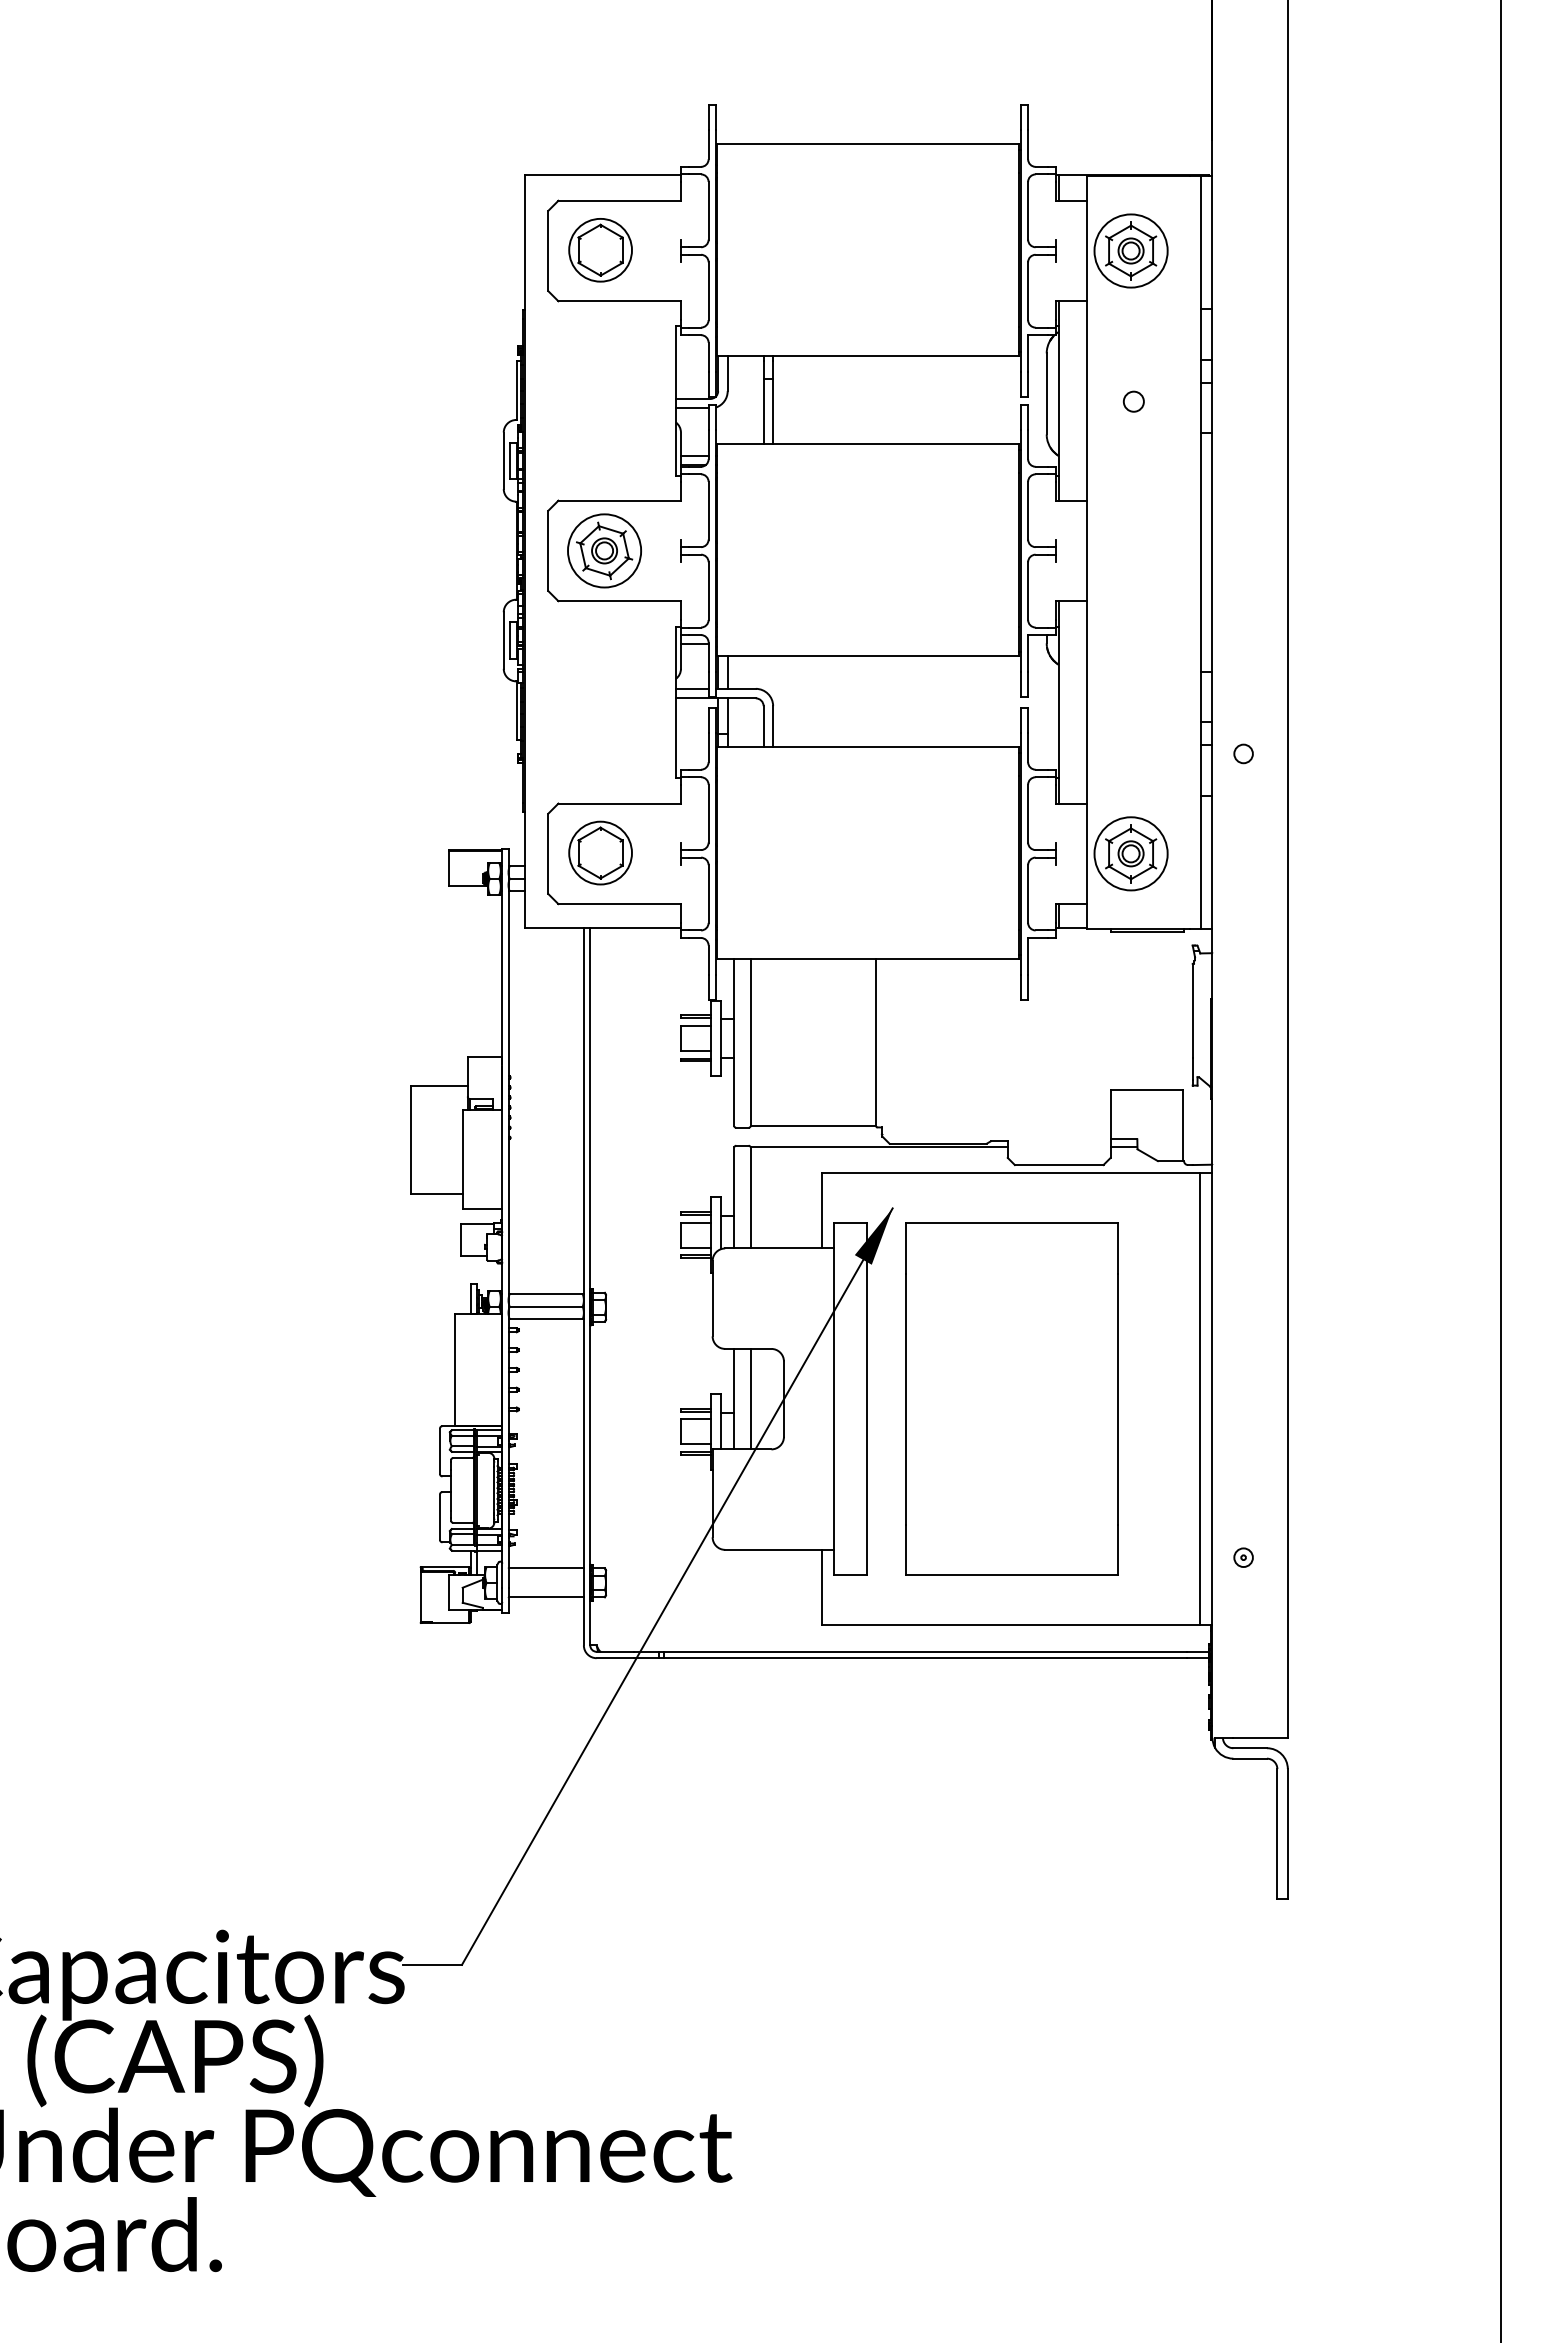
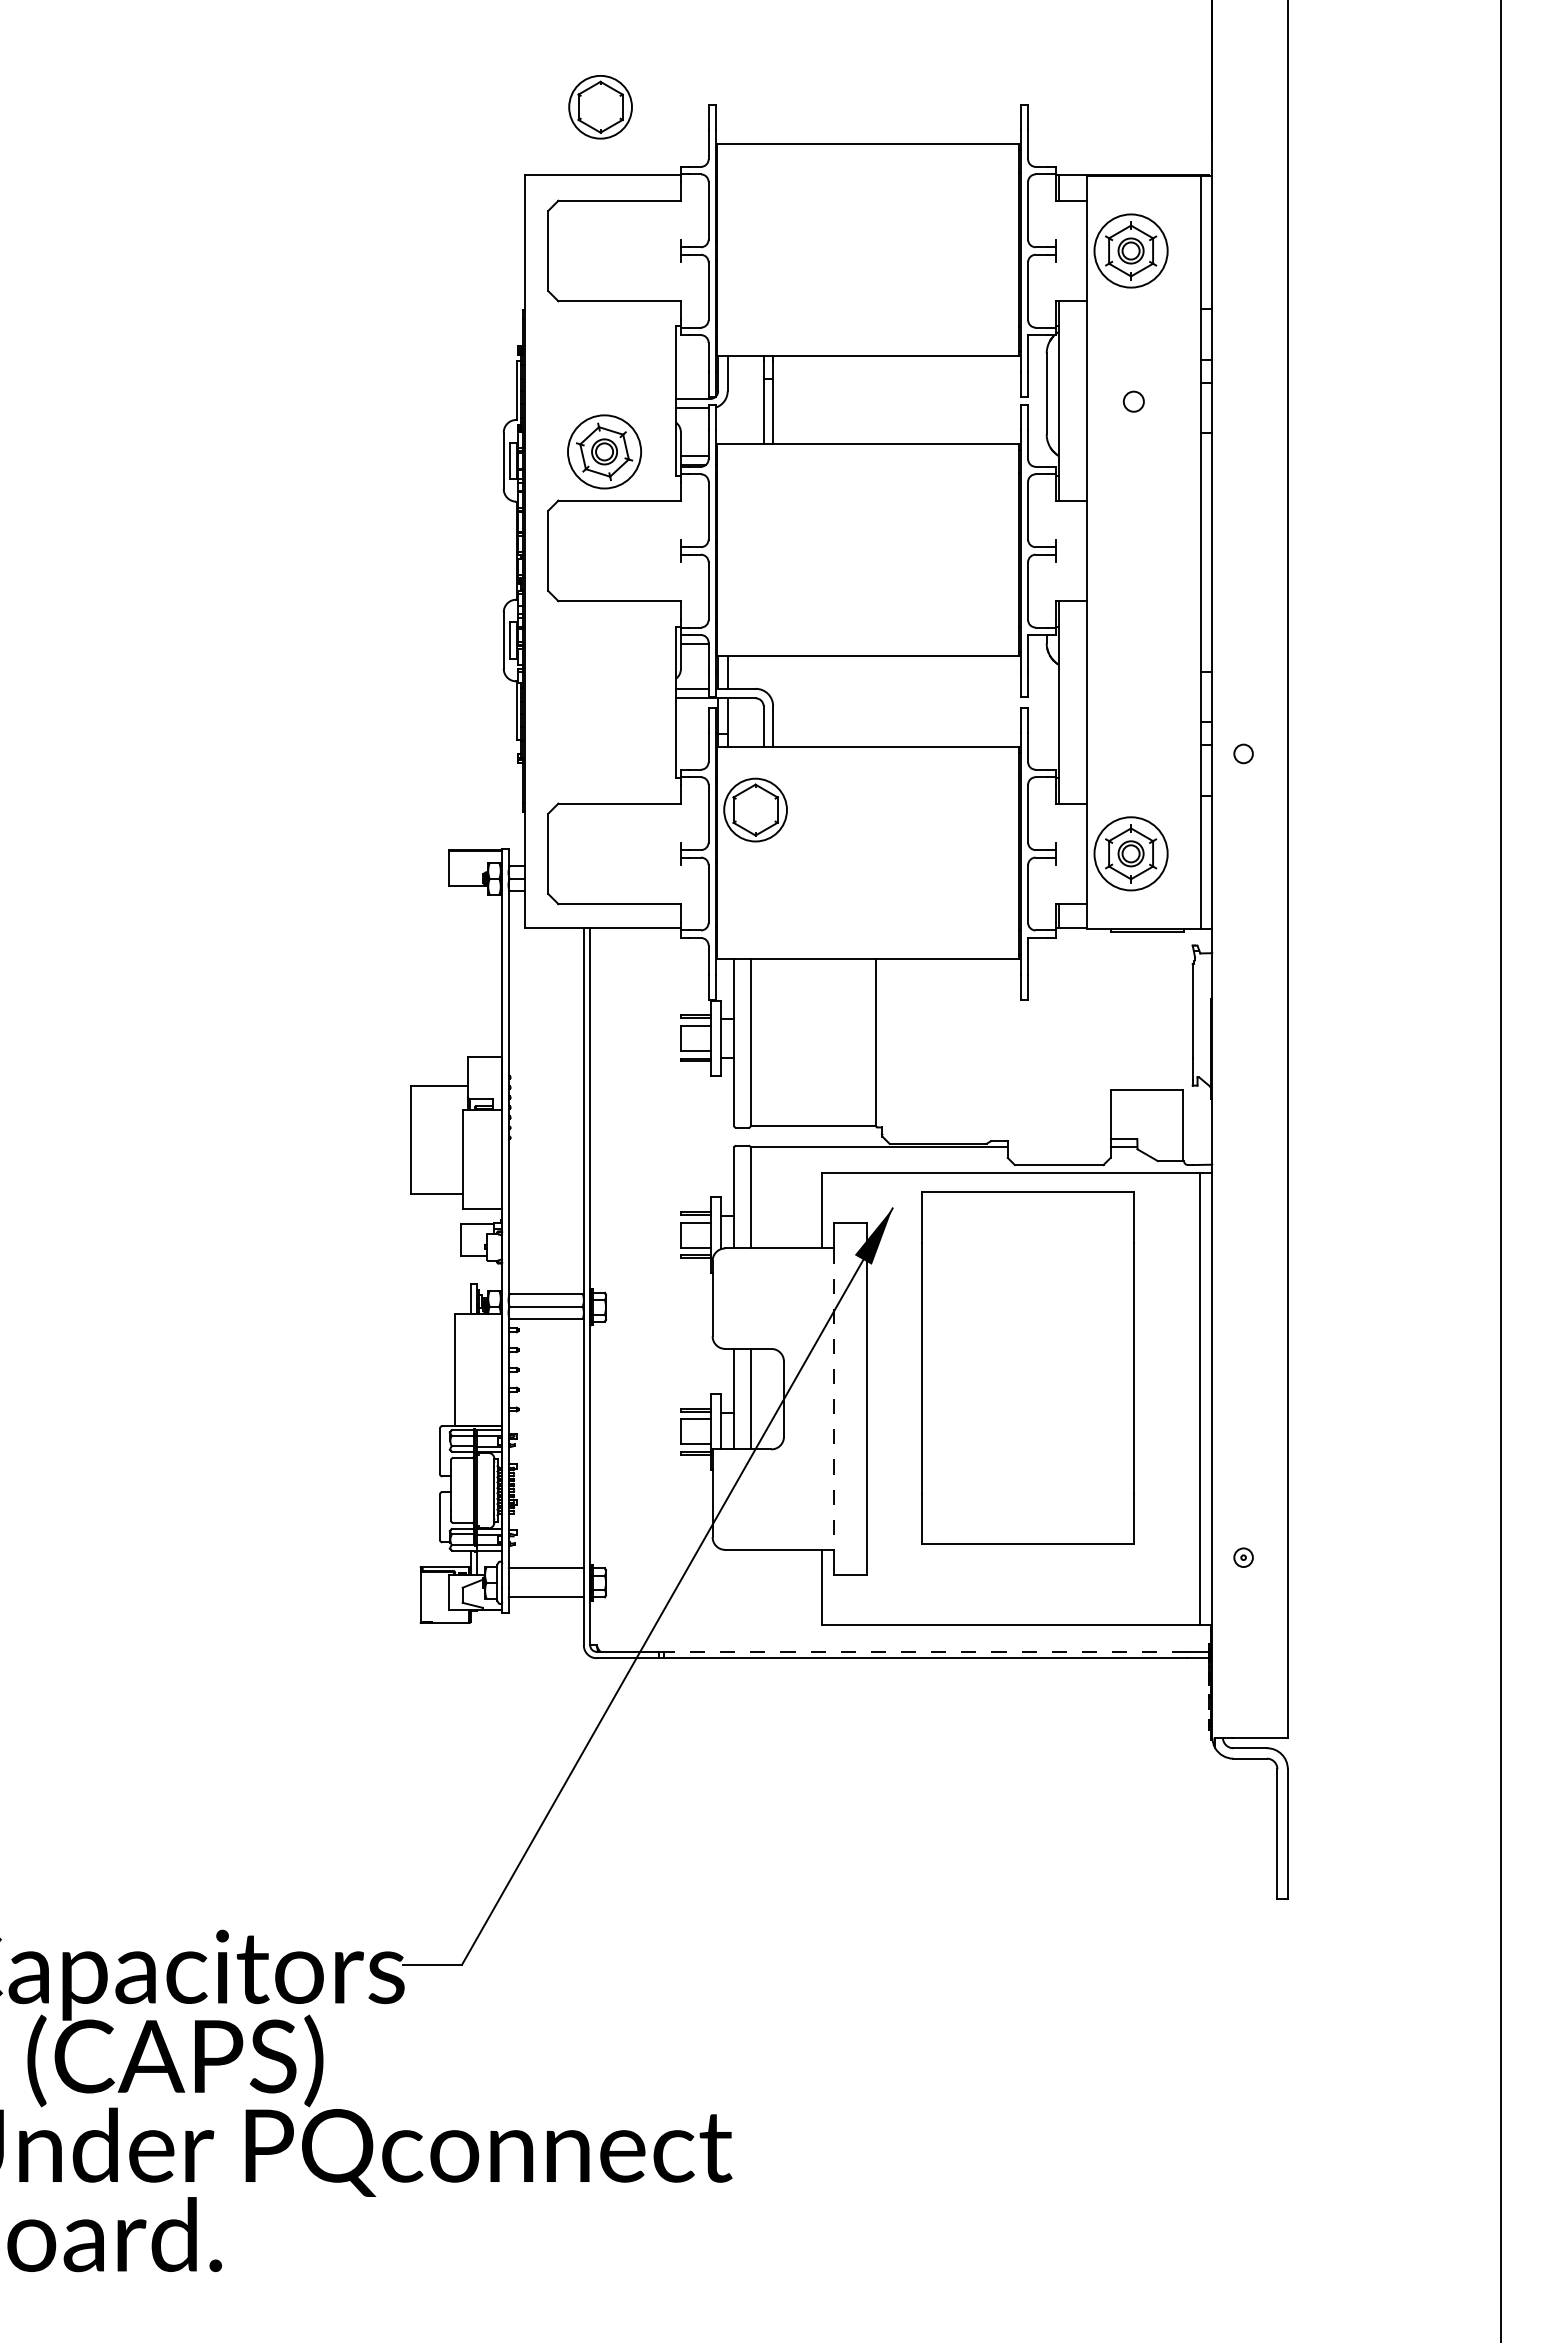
part at (600, 250) position: (600, 250) -> (600, 107)
part at (604, 550) position: (604, 550) -> (604, 451)
part at (600, 852) position: (600, 852) -> (755, 809)
part at (1011, 1398) position: (1011, 1398) -> (1027, 1367)
line at (834, 1399): solid -> dashed
line at (925, 1651): solid -> dashed
